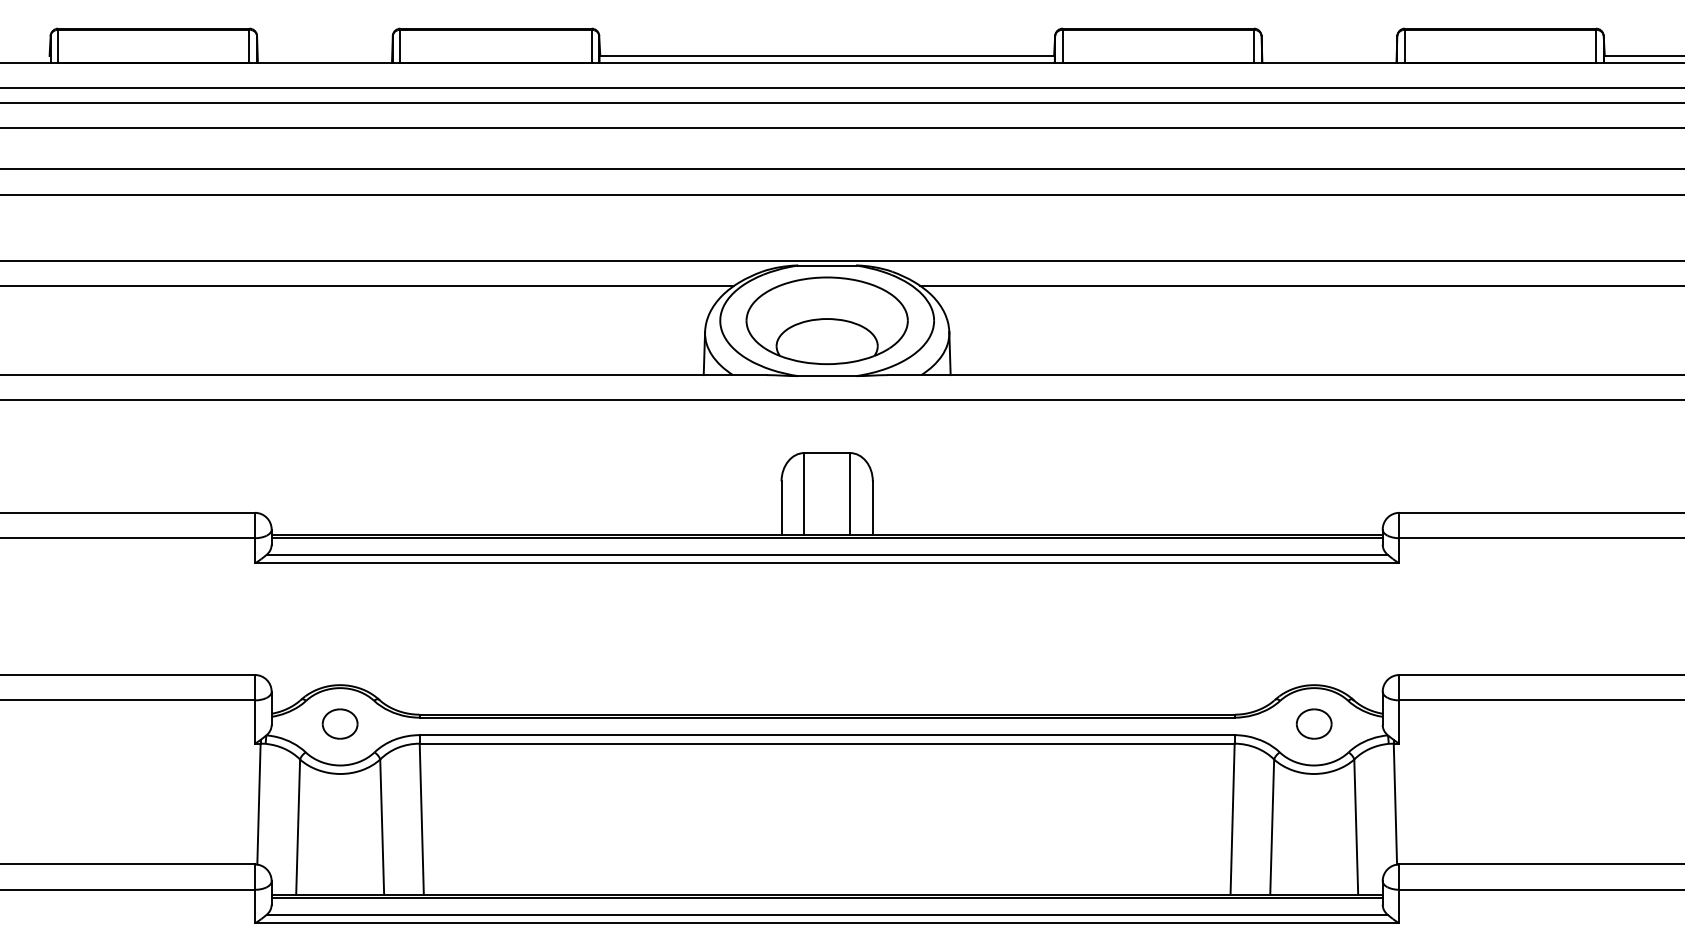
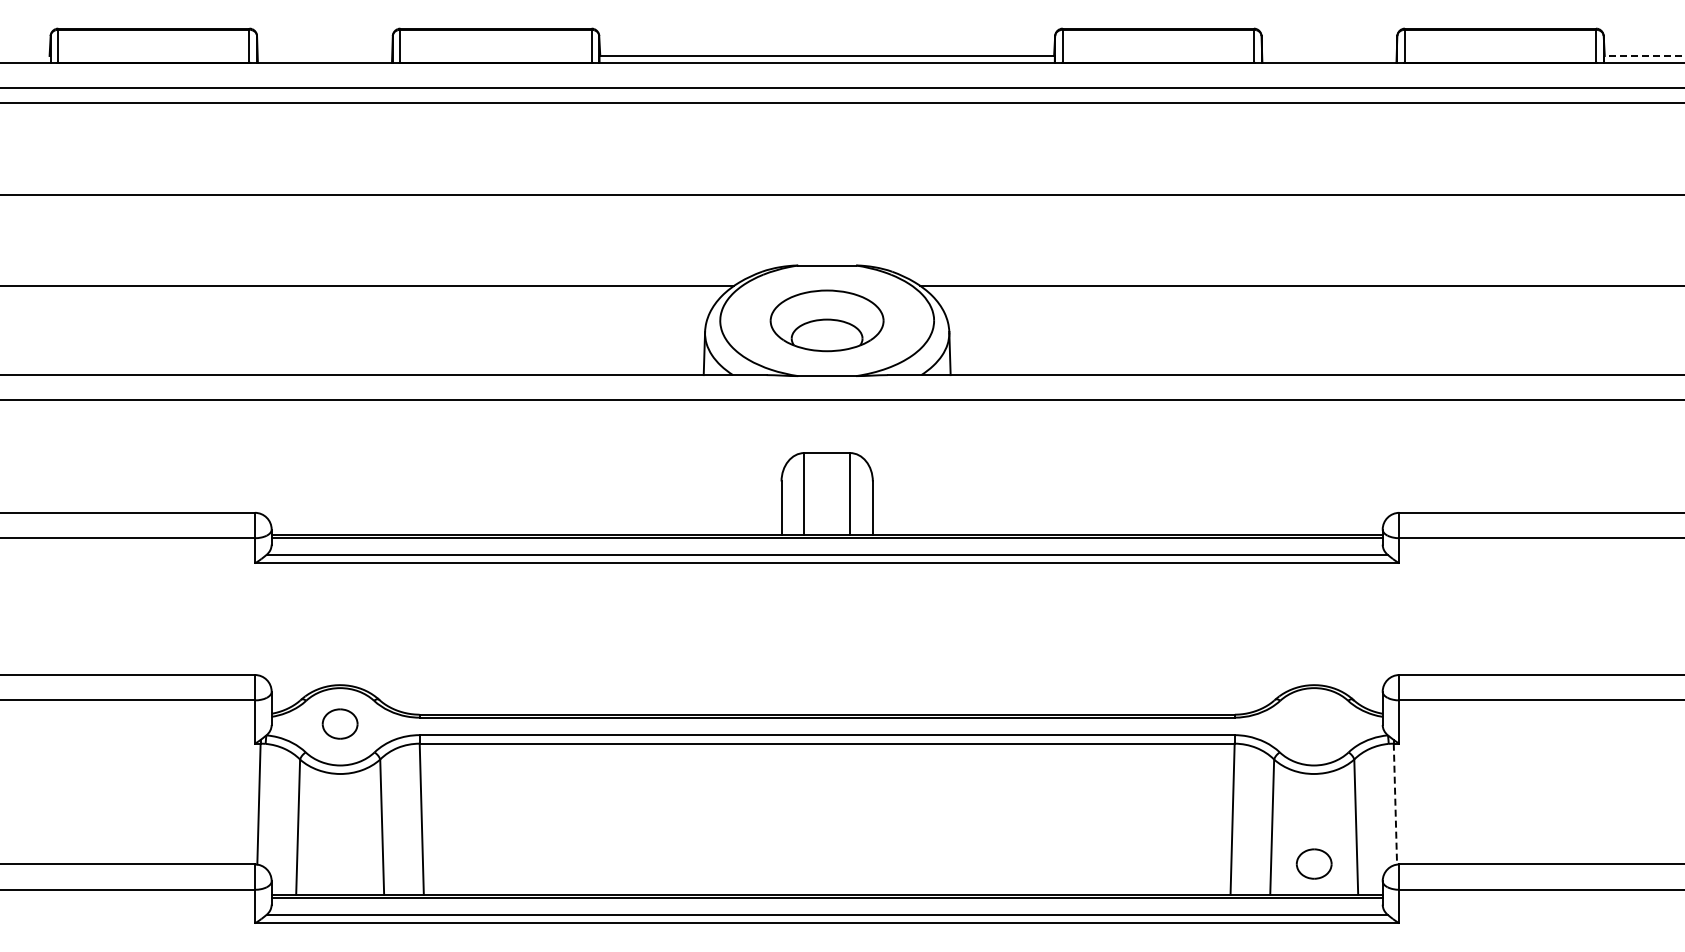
line at (1644, 56): solid -> dashed
line at (841, 127): present -> none
line at (841, 169): present -> none
line at (841, 260): present -> none
part at (826, 320) size: 164x90 px -> 116x64 px
part at (1313, 723) position: (1313, 723) -> (1313, 863)
line at (1395, 804): solid -> dashed
